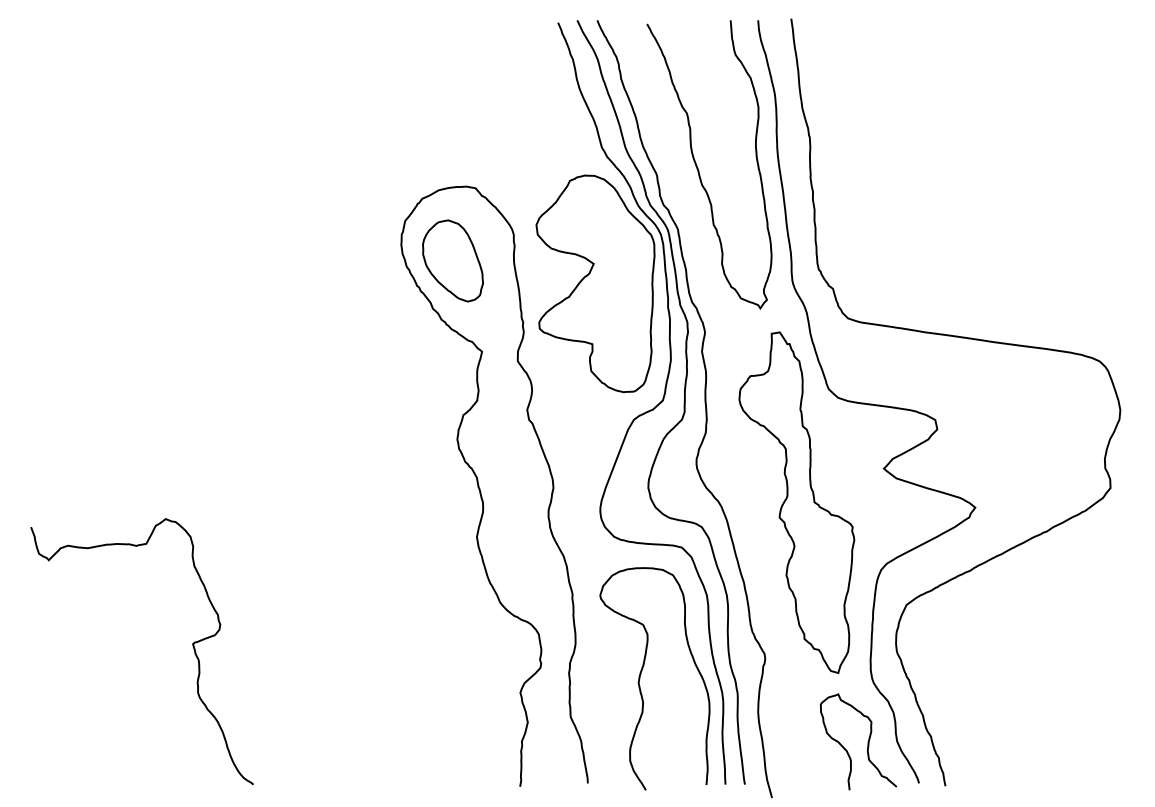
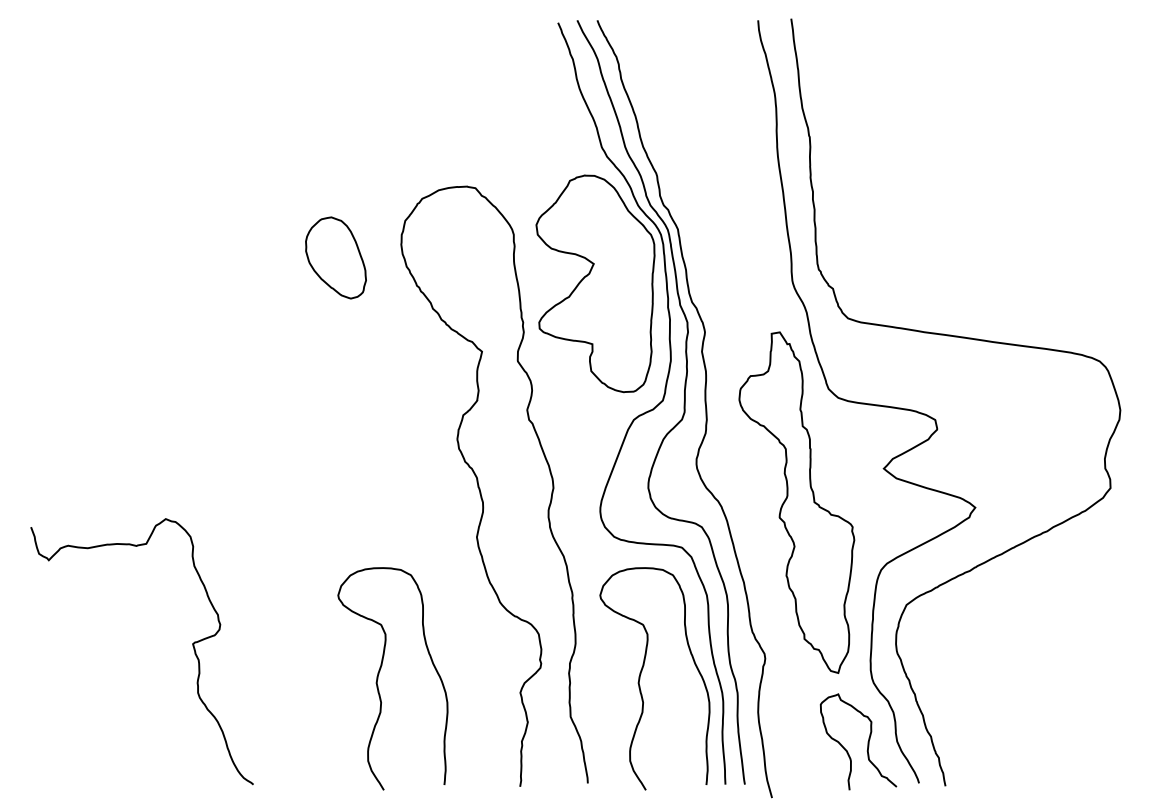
curve at (698, 167): present -> none
part at (452, 260) position: (452, 260) -> (335, 257)
curve at (379, 674): none -> present
